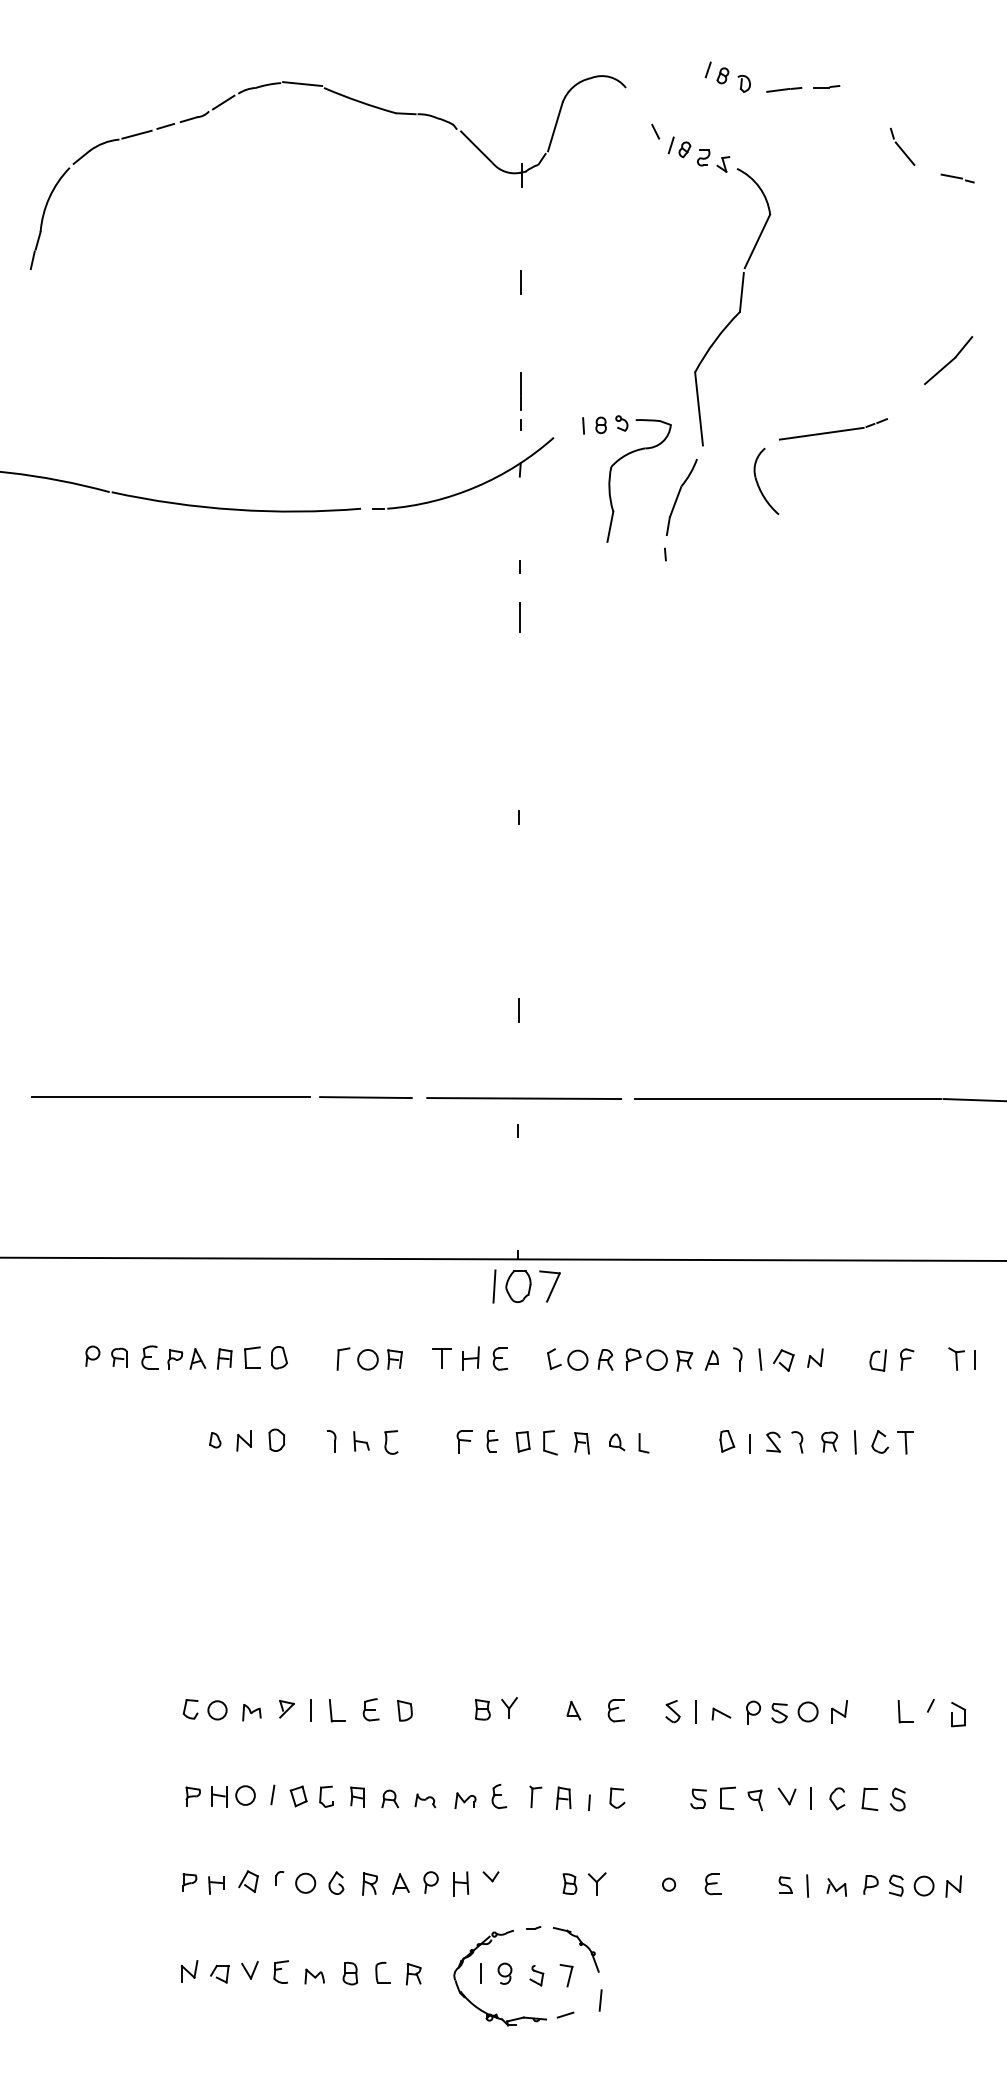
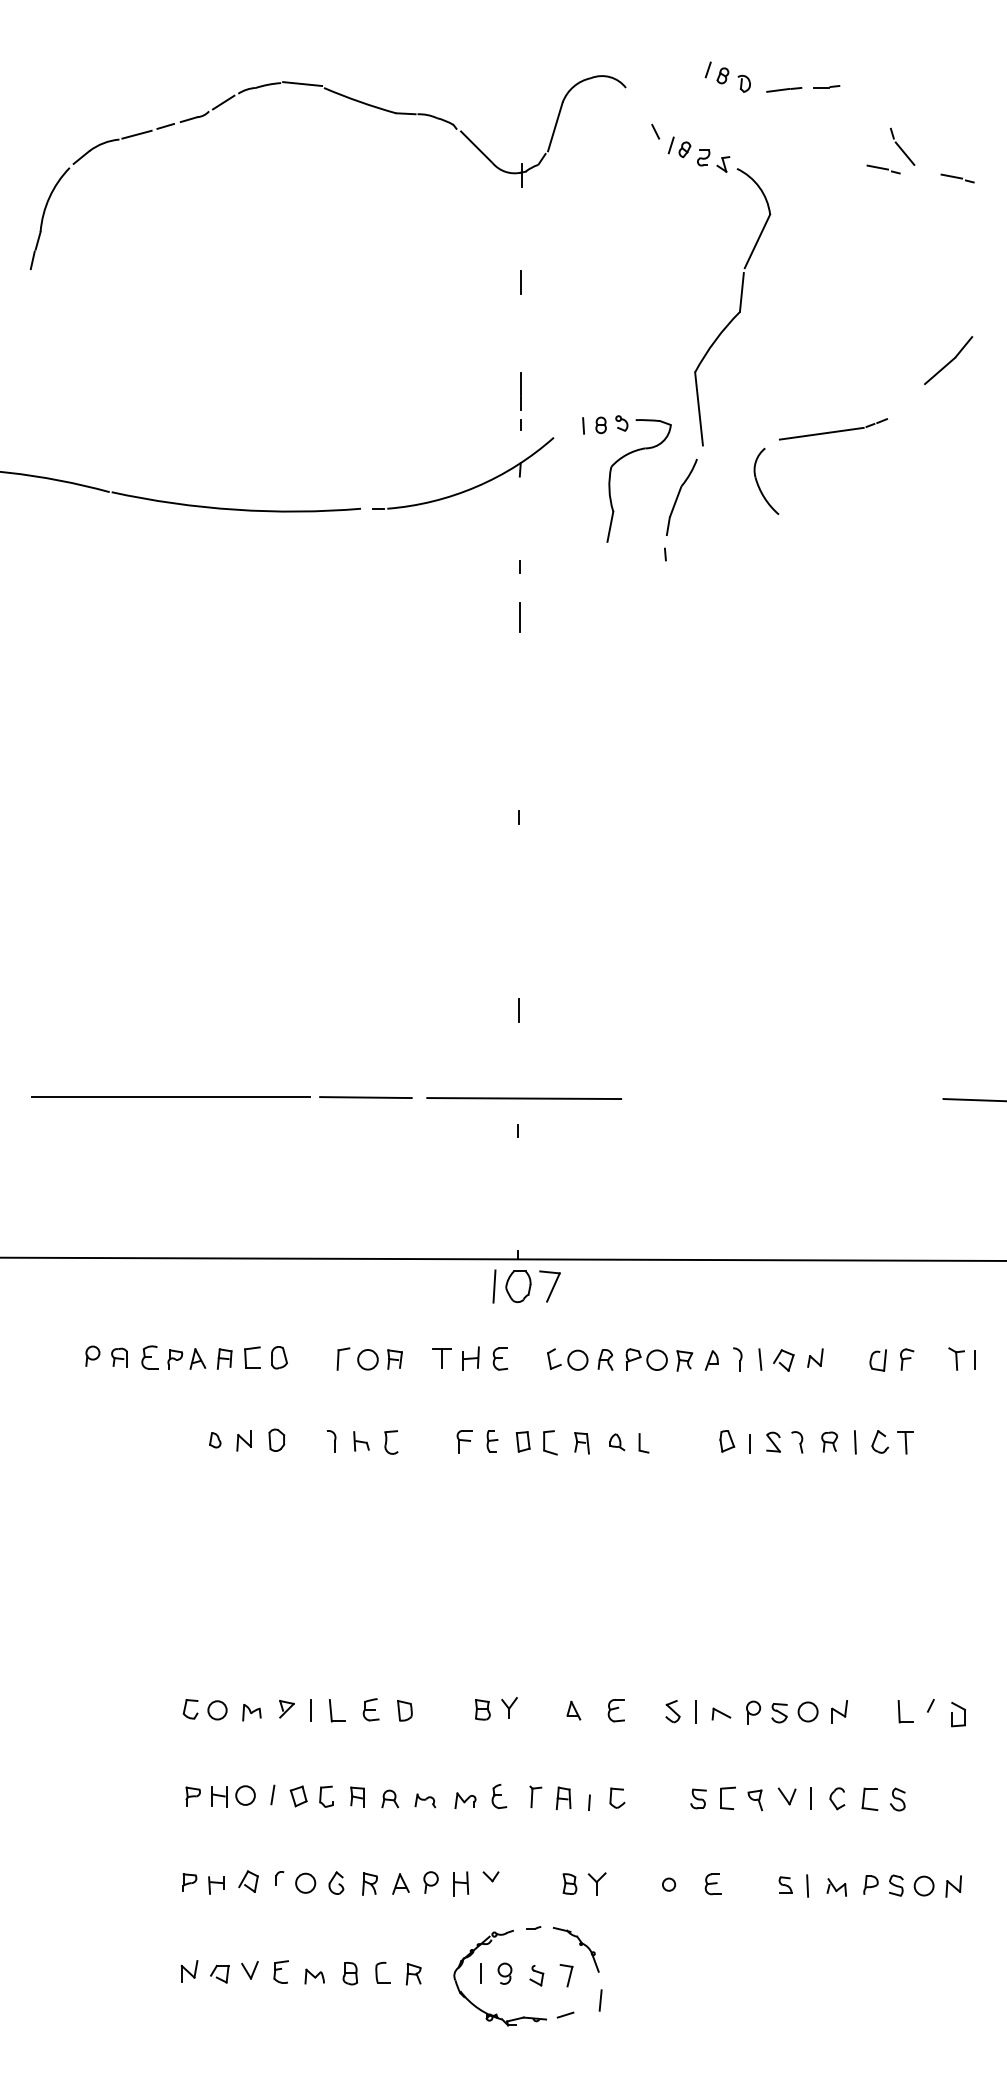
part at (883, 169): none -> present
line at (787, 1099): present -> none
